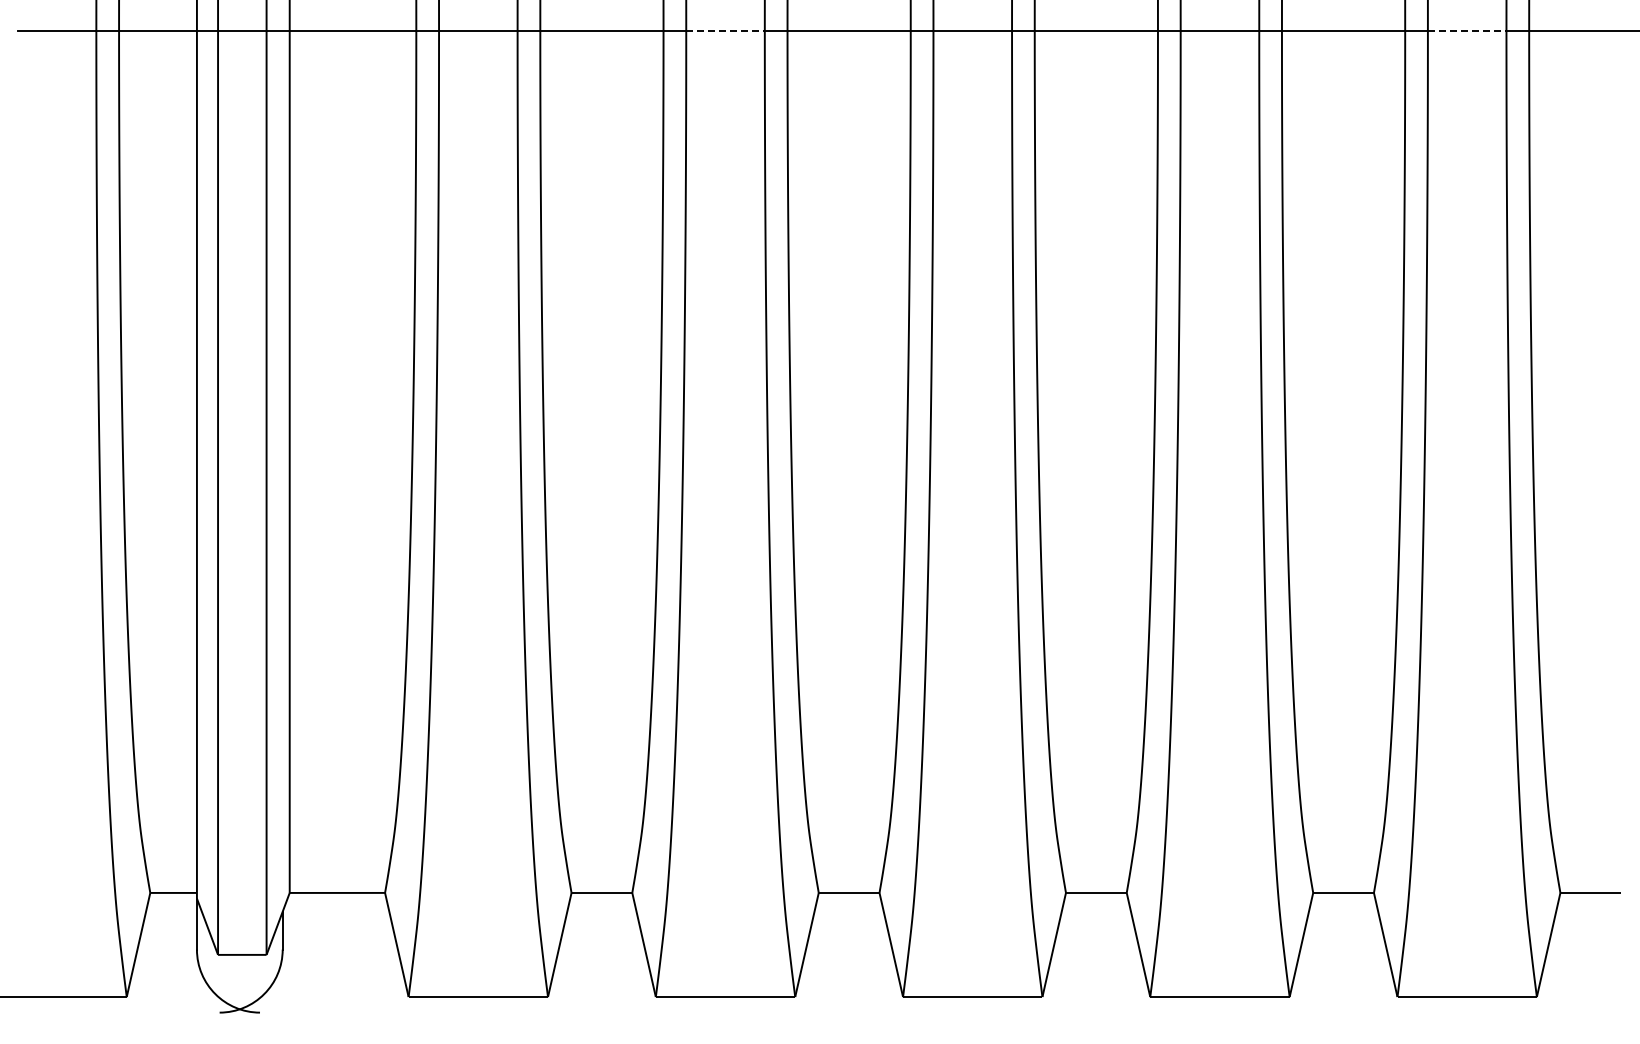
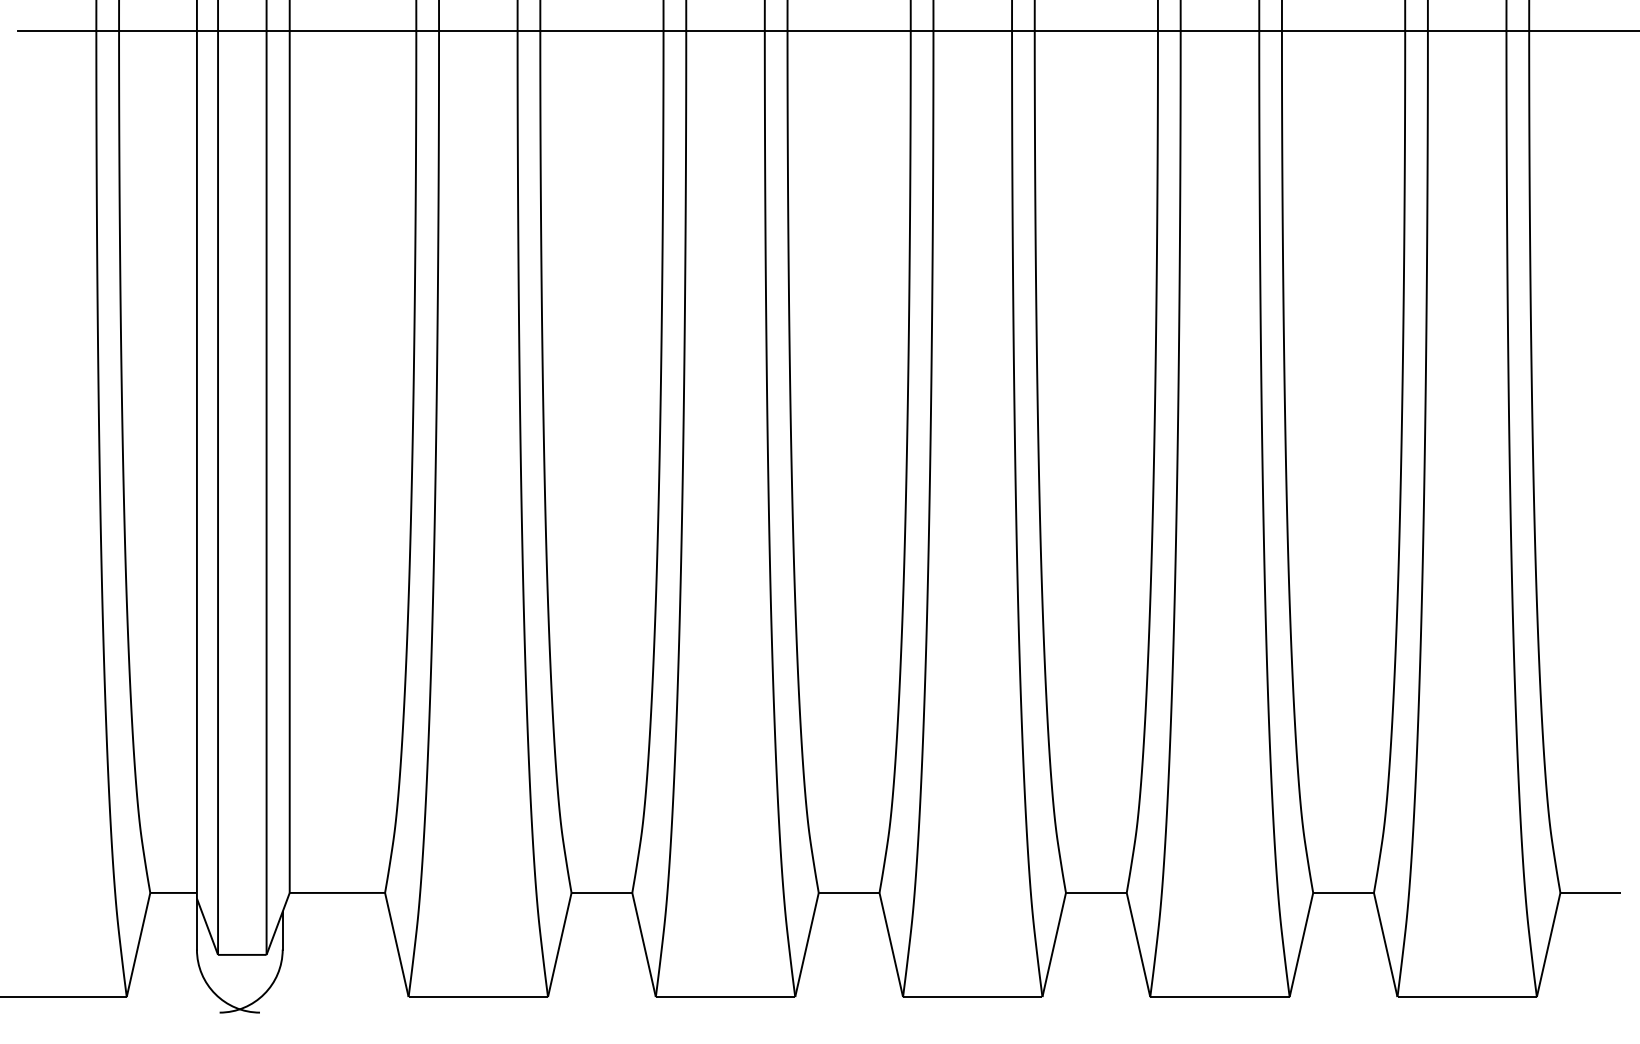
line at (726, 31): dashed -> solid
line at (1467, 31): dashed -> solid
